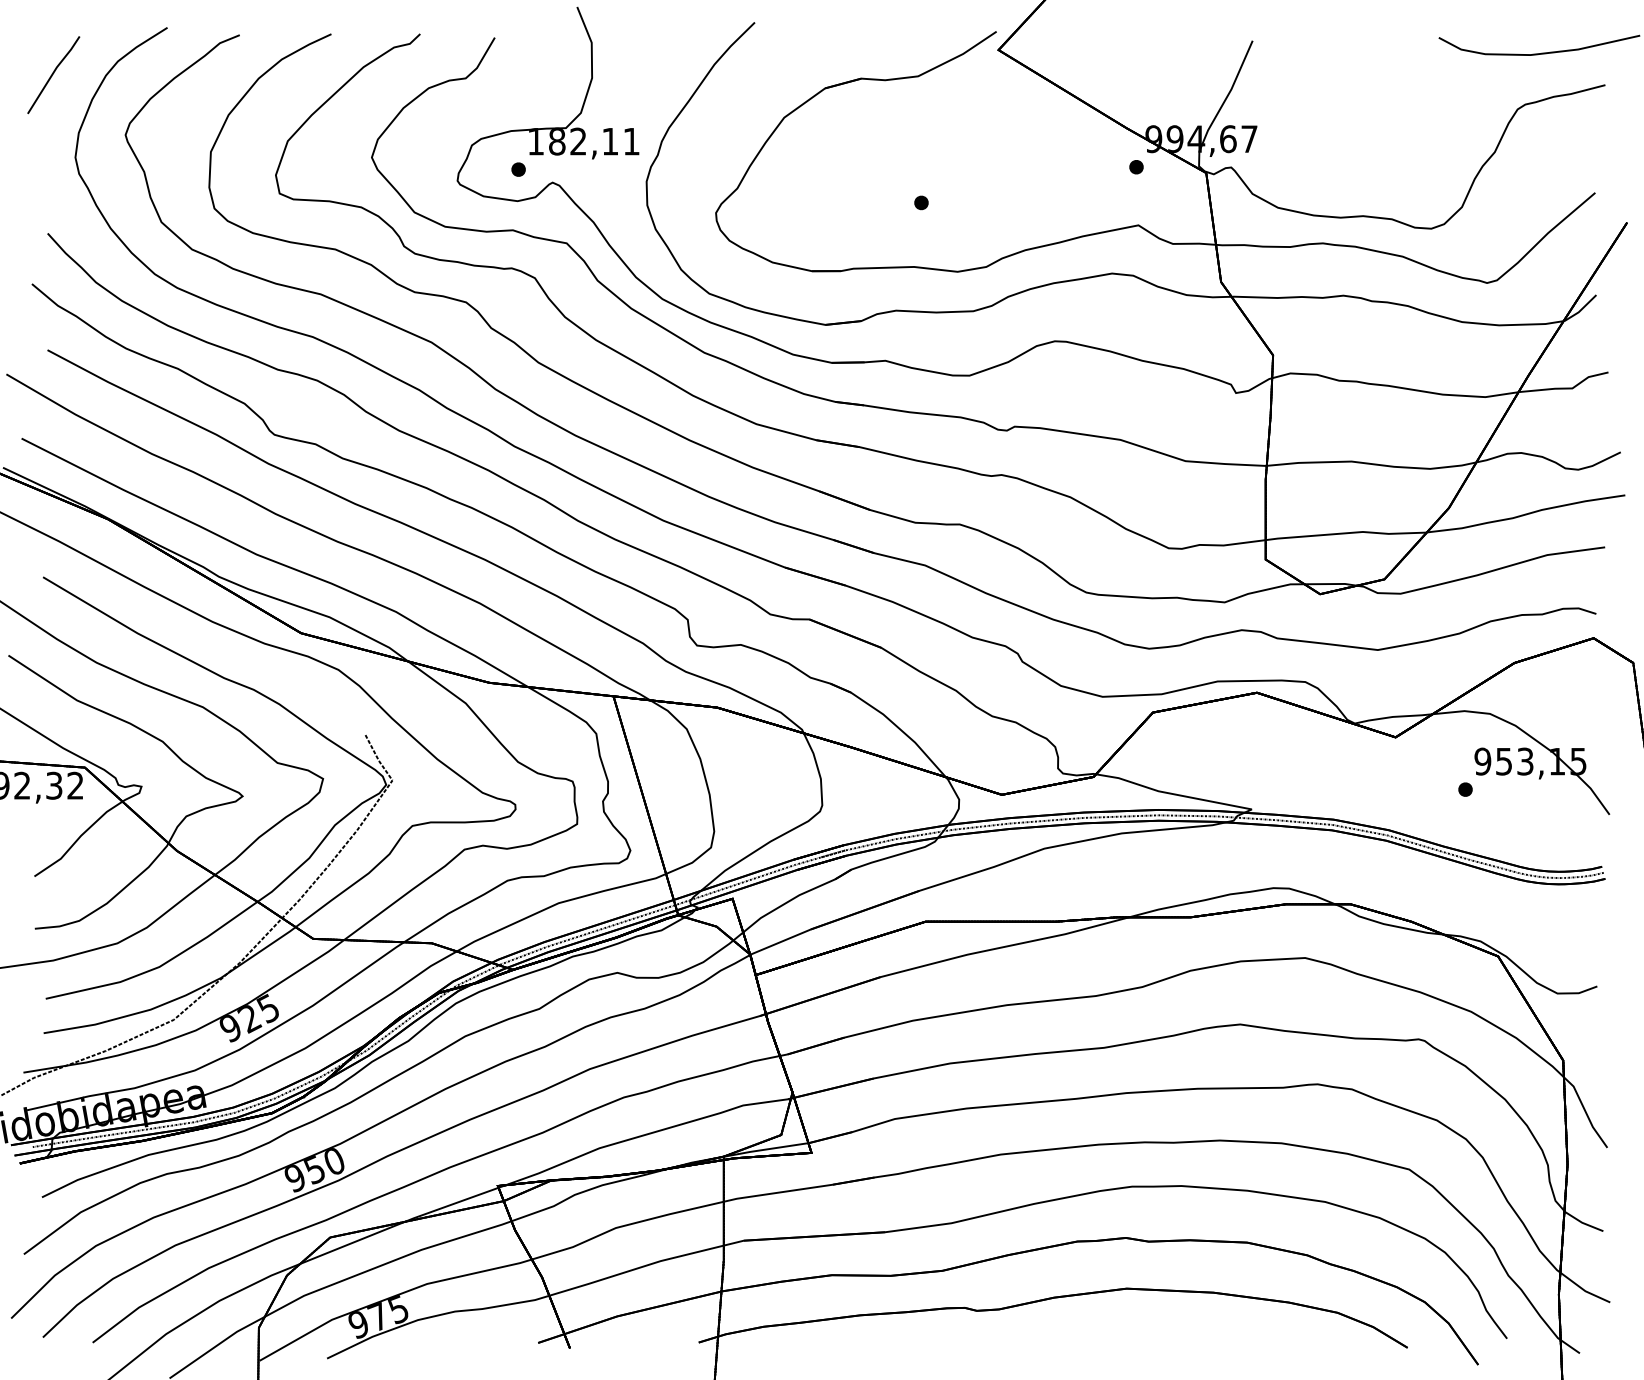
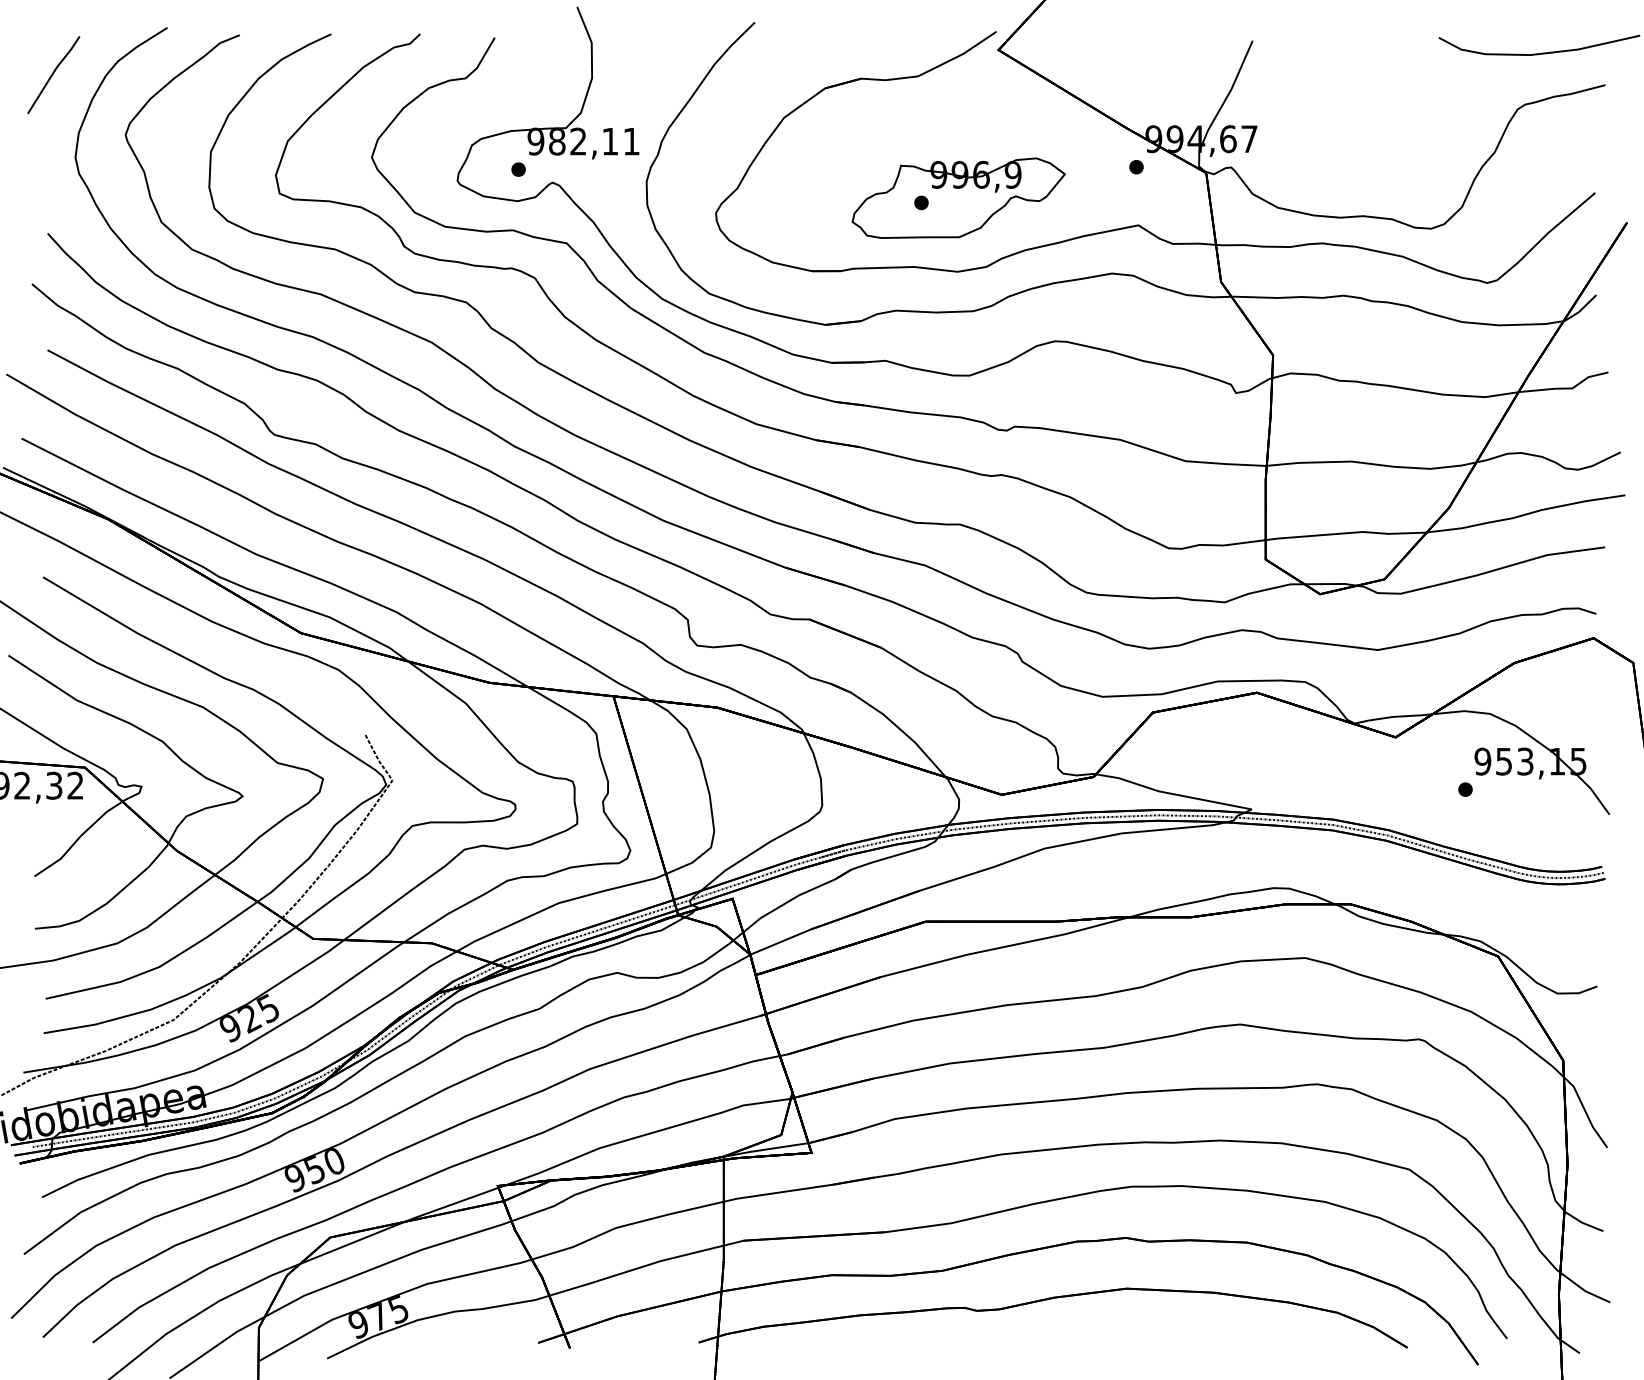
text at (535, 141): 182,11 -> 982,11
part at (958, 197): none -> present
